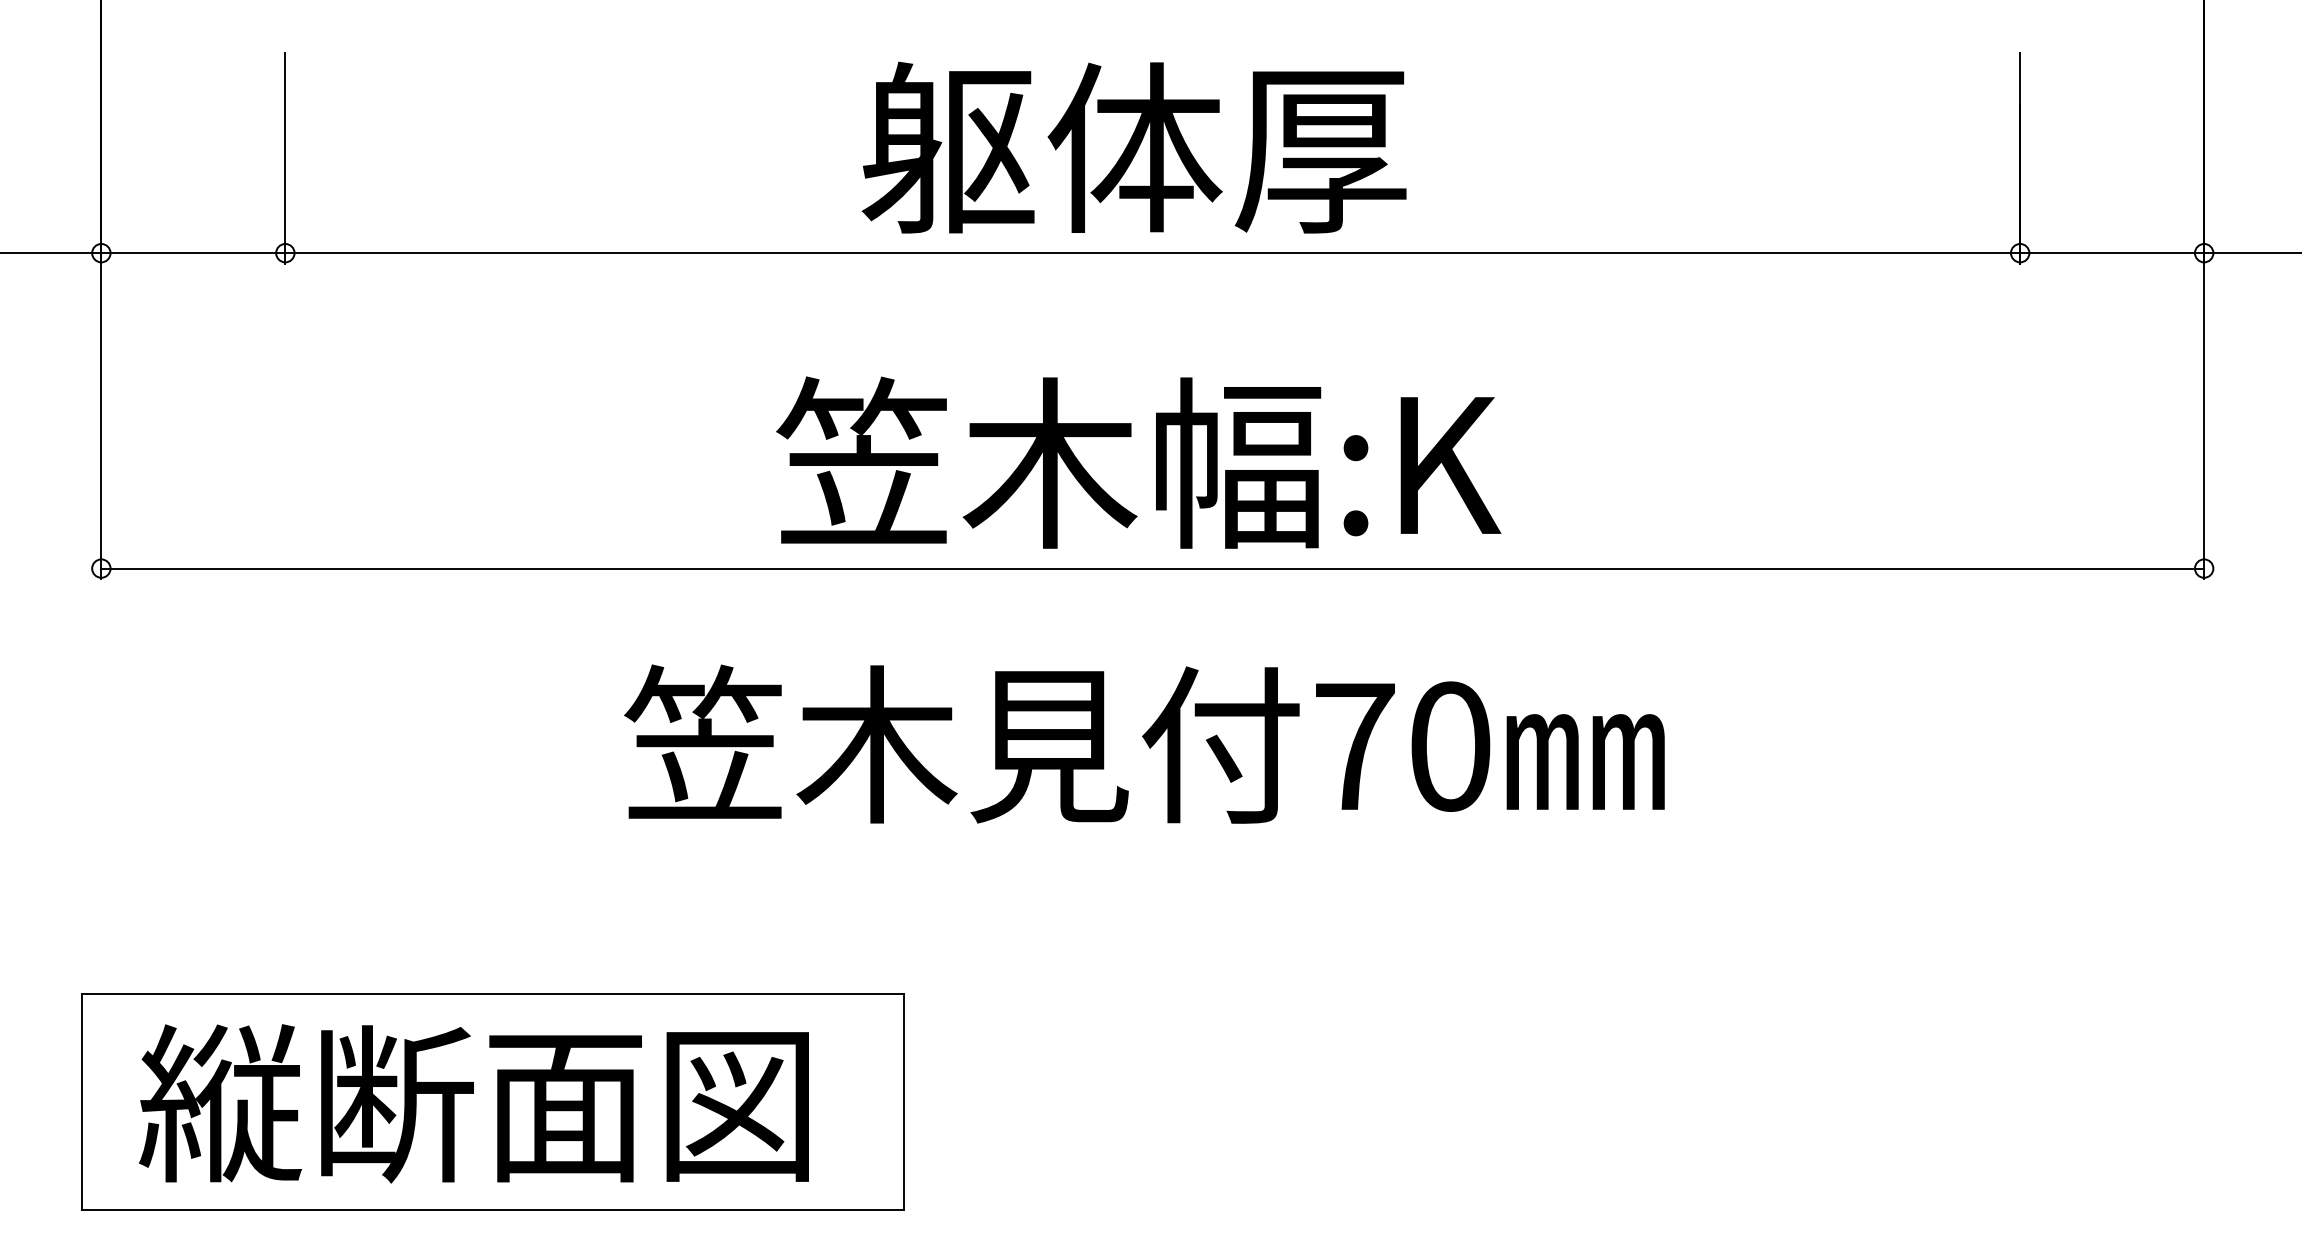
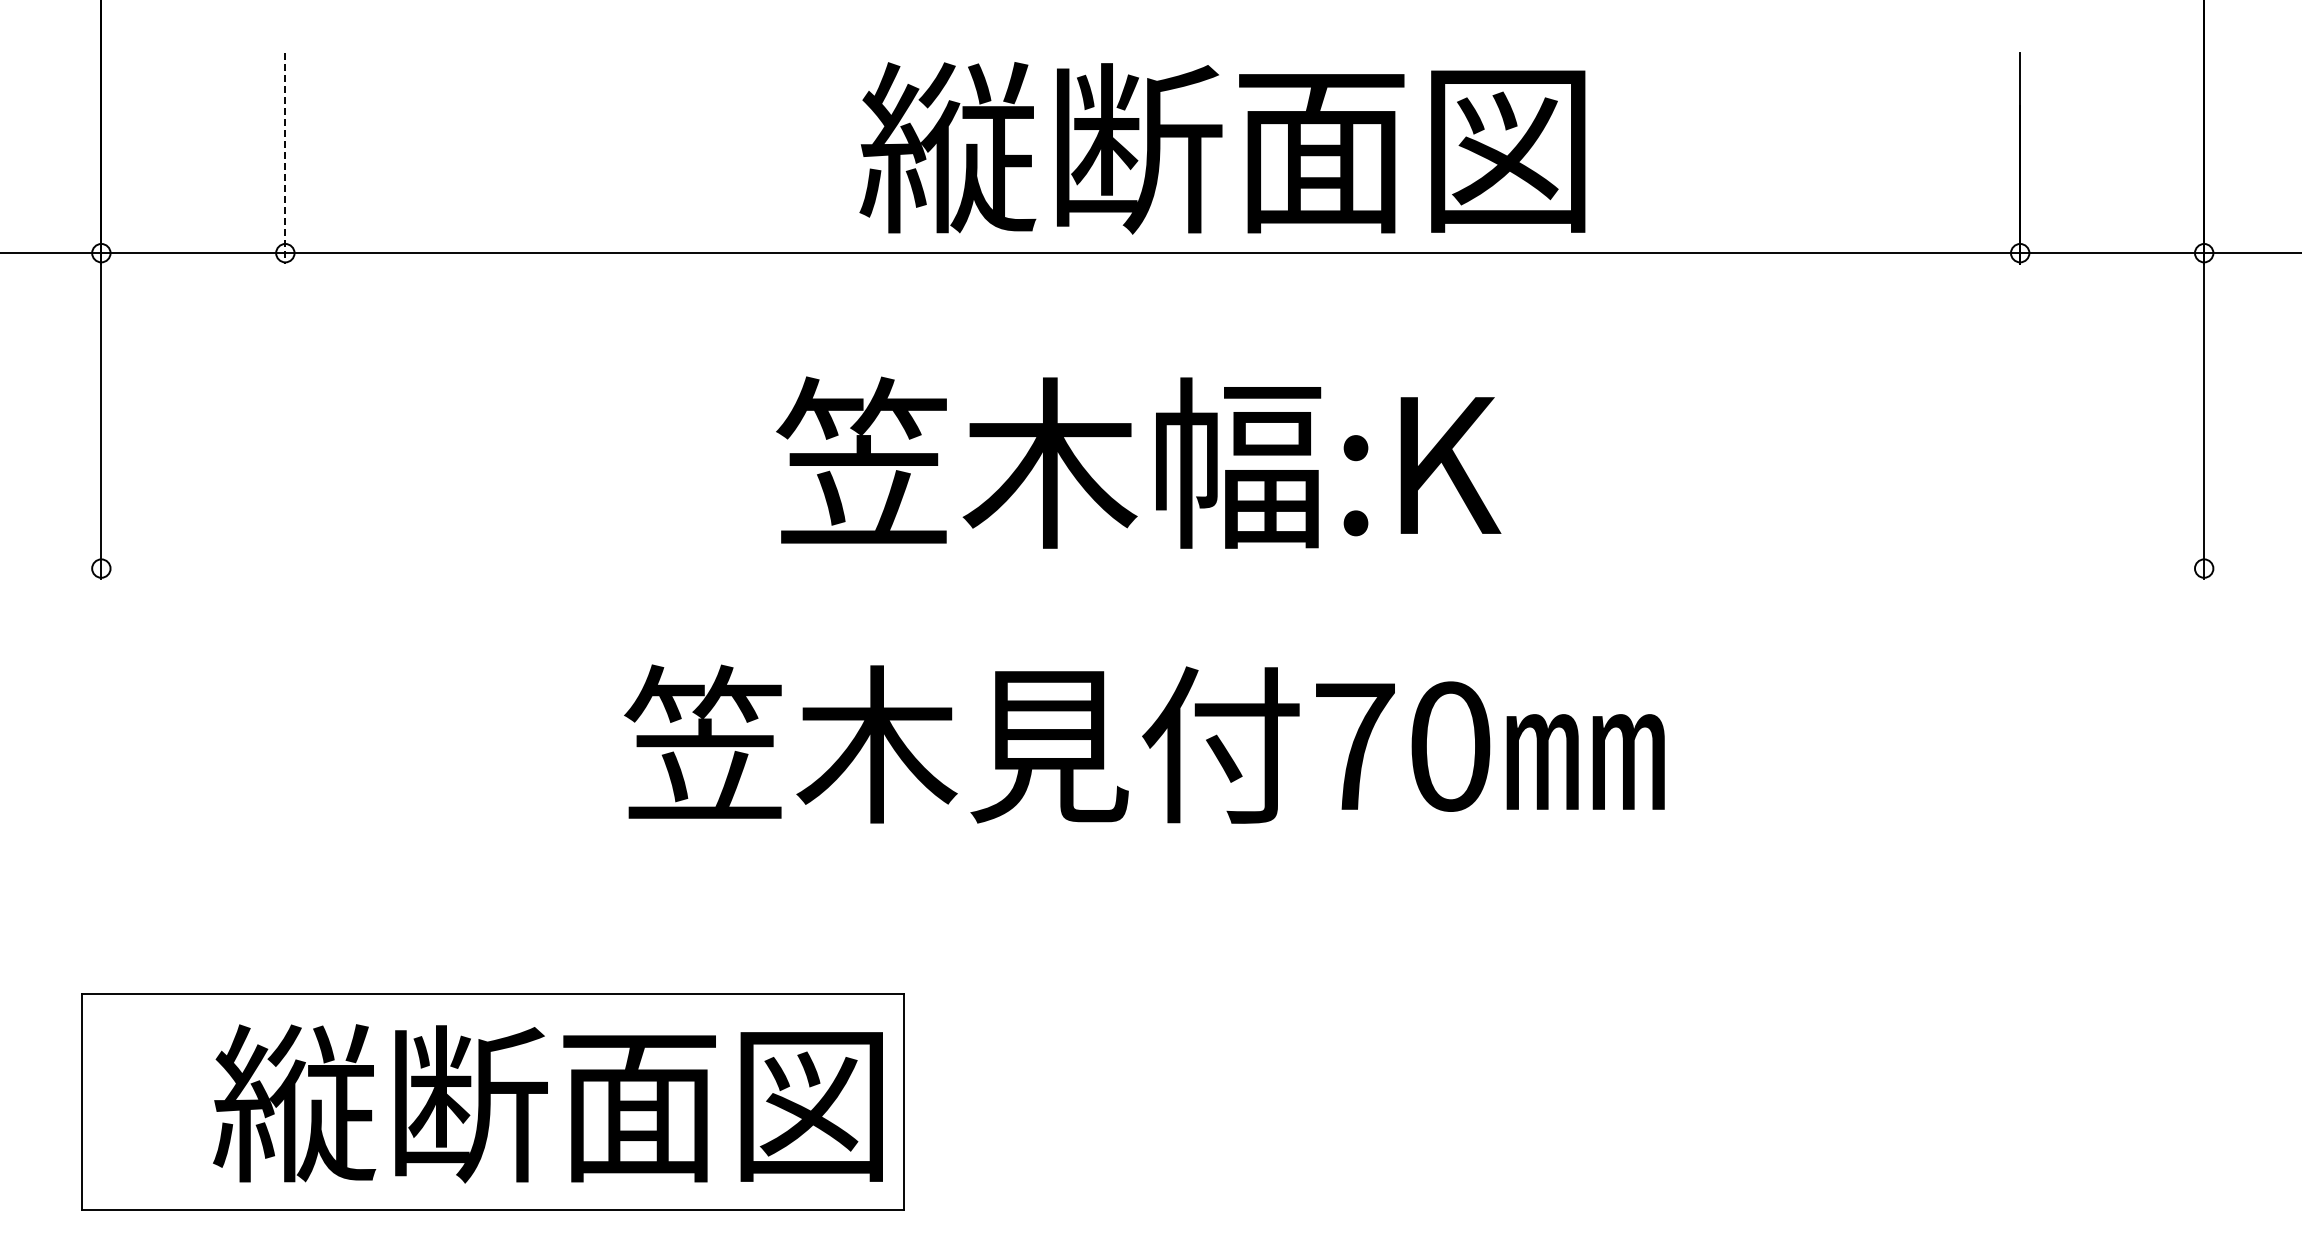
text at (1222, 147): 躯体厚 -> 縦断面図
line at (285, 159): solid -> dashed
line at (1152, 568): present -> none
text at (473, 1103) position: (473, 1103) -> (547, 1103)
